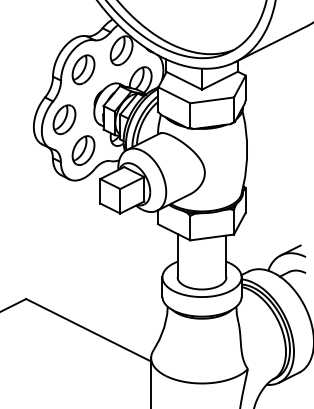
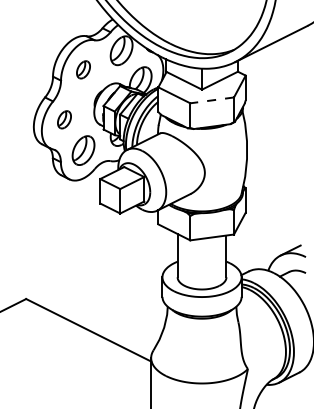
part at (83, 69) size: 25x32 px -> 15x20 px
line at (211, 100): solid -> dashed
part at (64, 119) size: 25x32 px -> 15x20 px
